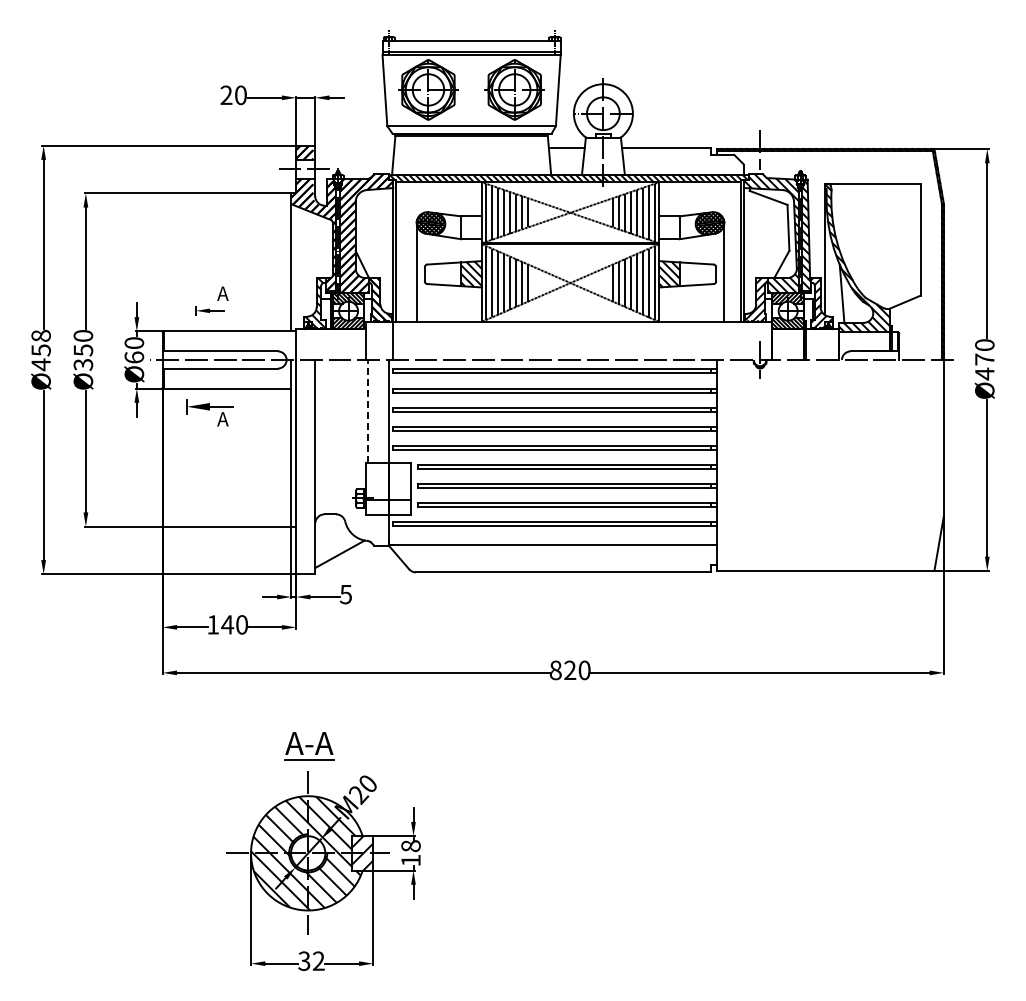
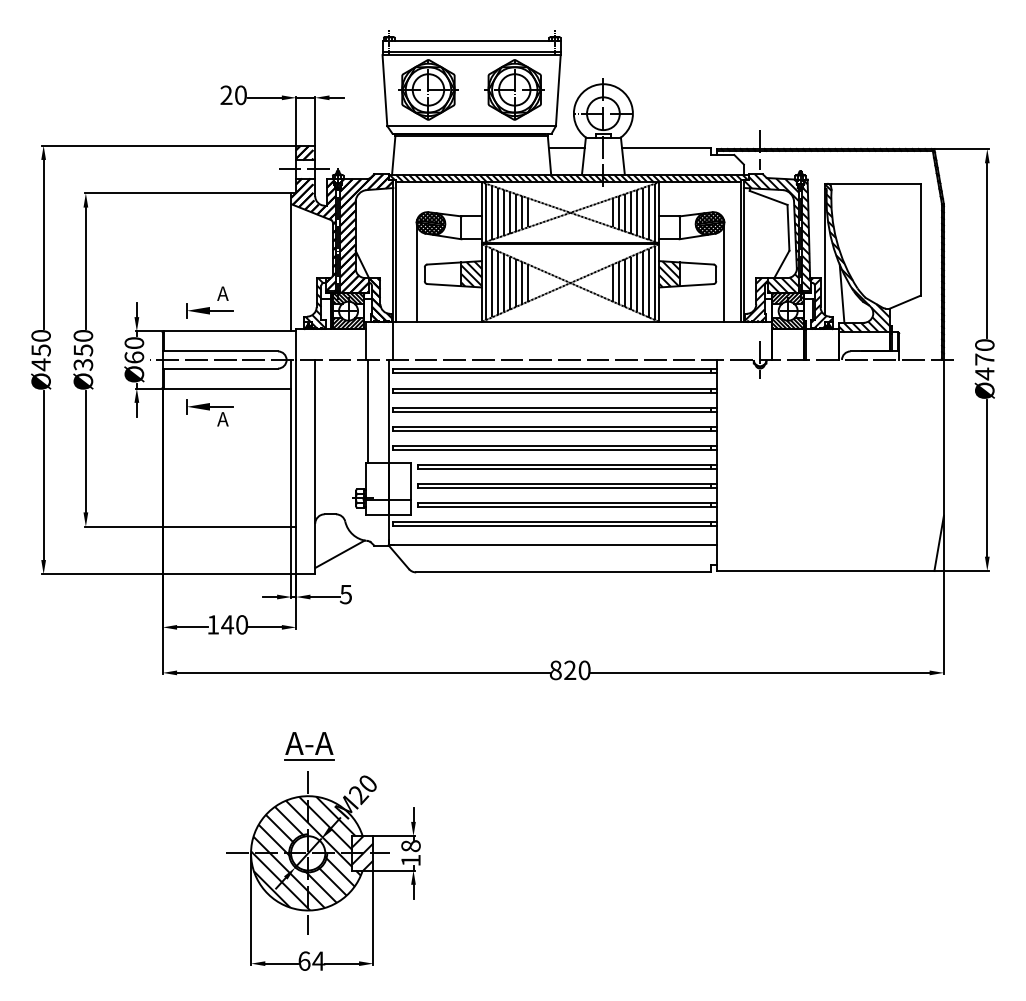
part at (209, 310) size: 30x10 px -> 48x16 px
text at (41, 335): Ø458 -> Ø450
line at (367, 410): dashed -> solid
text at (311, 960): 32 -> 64
